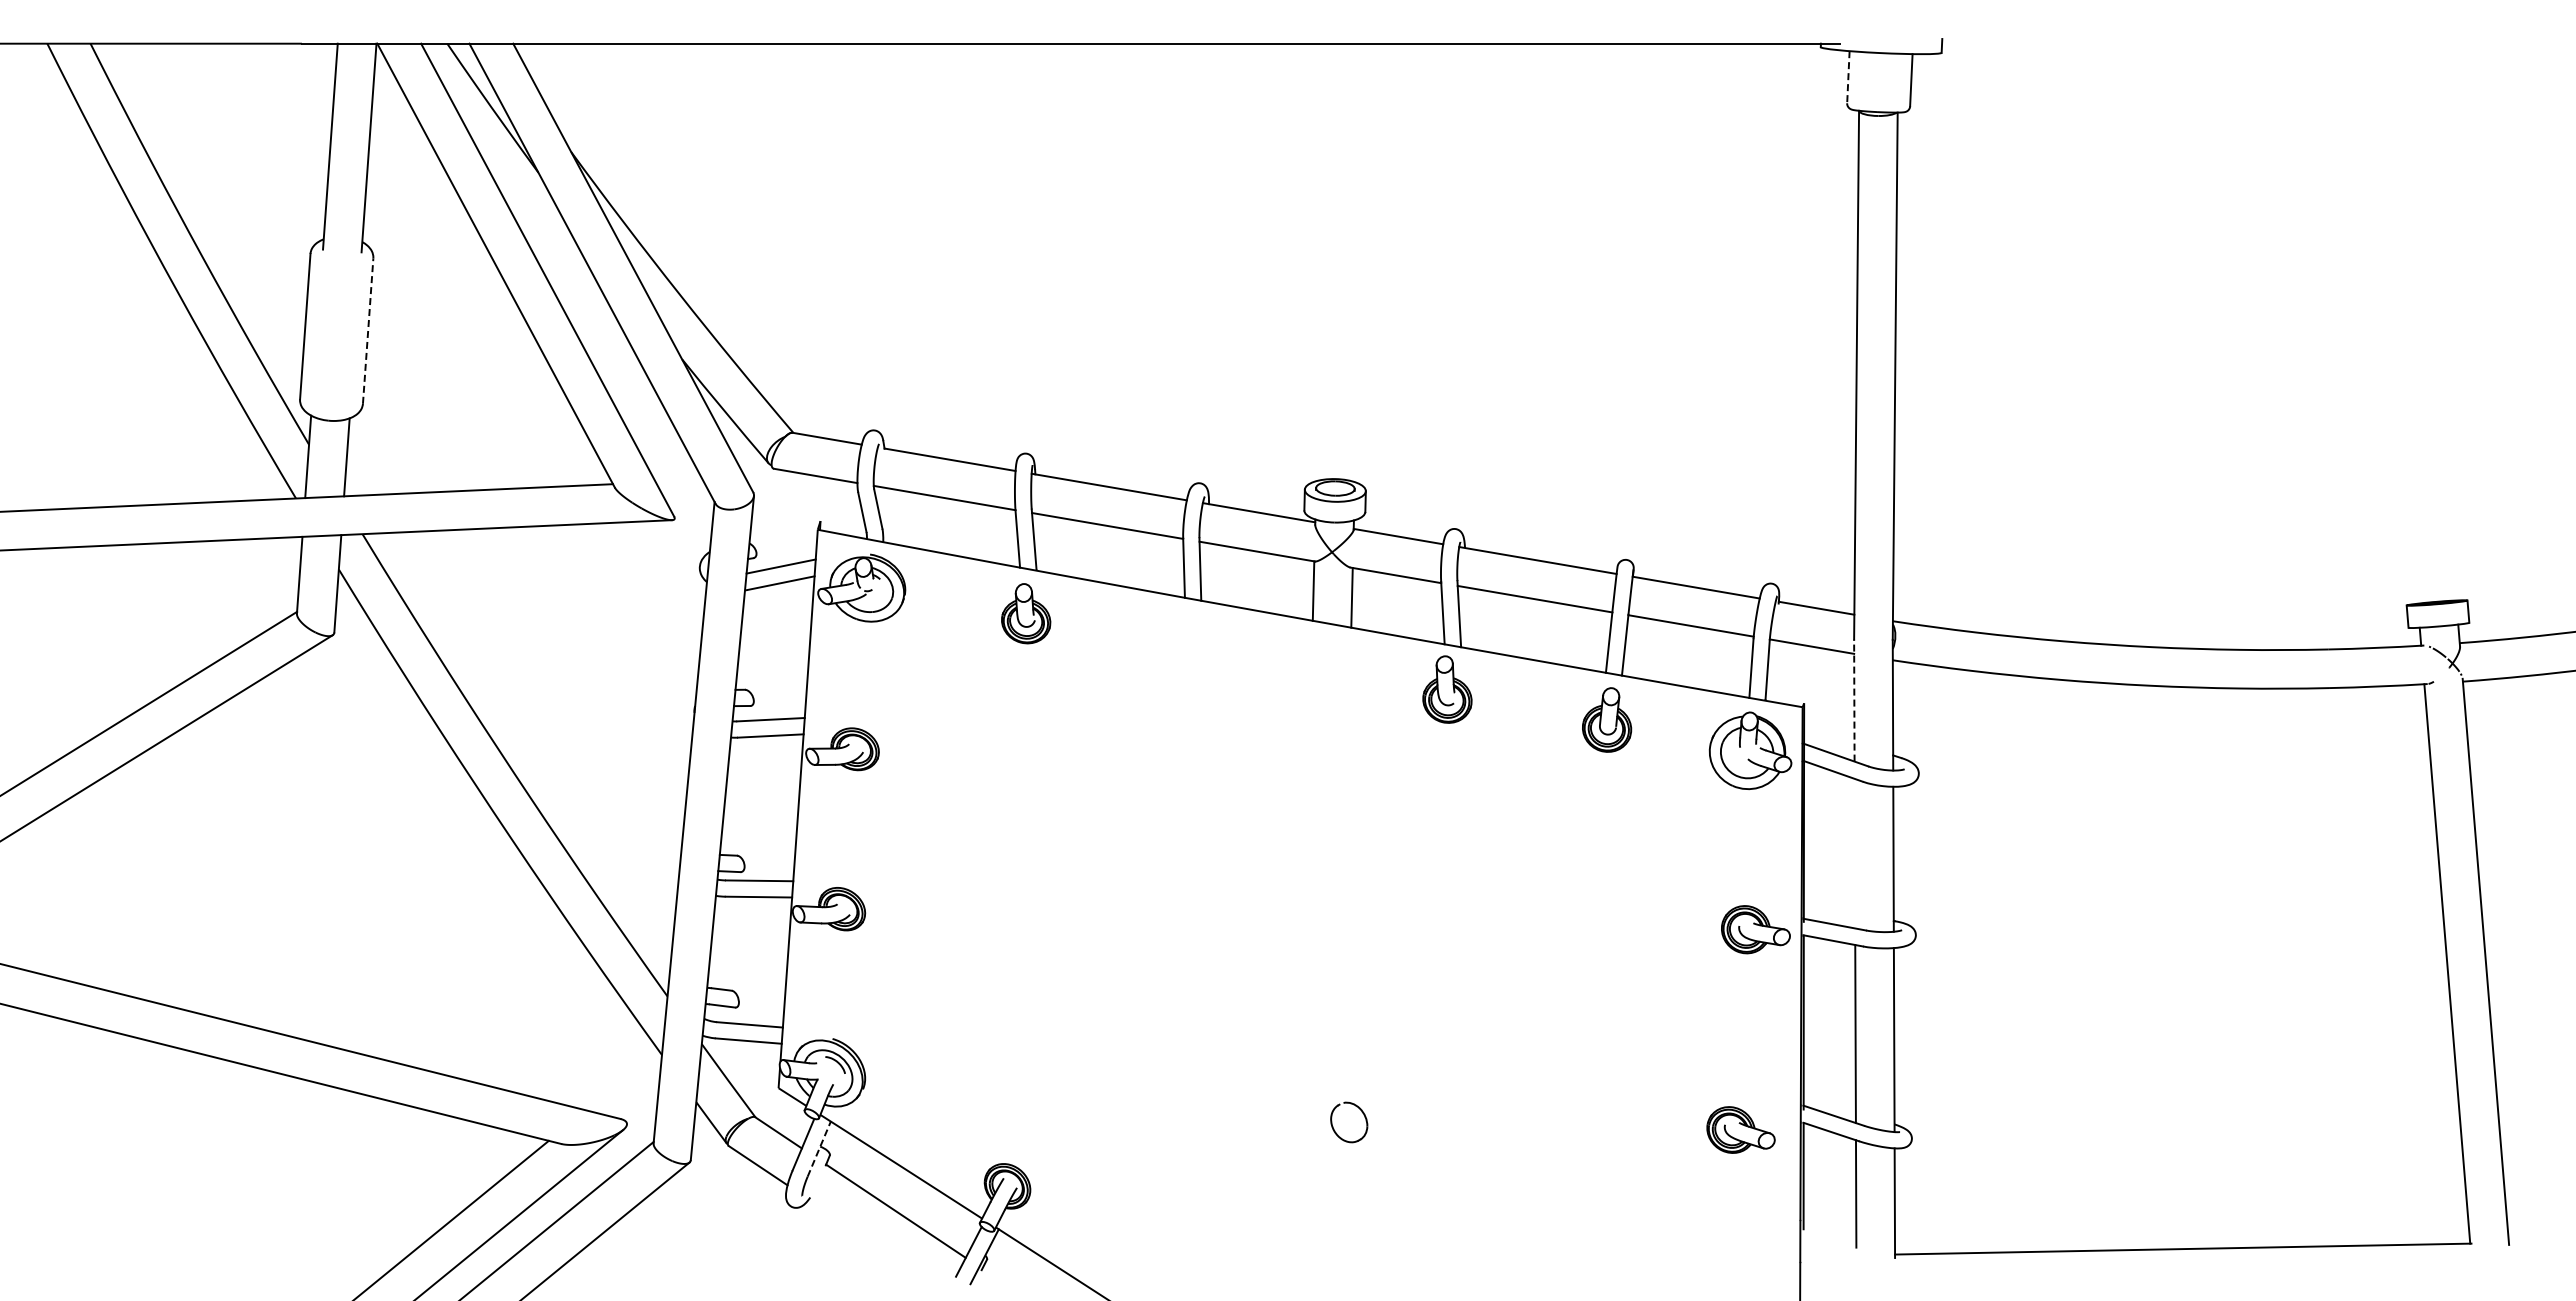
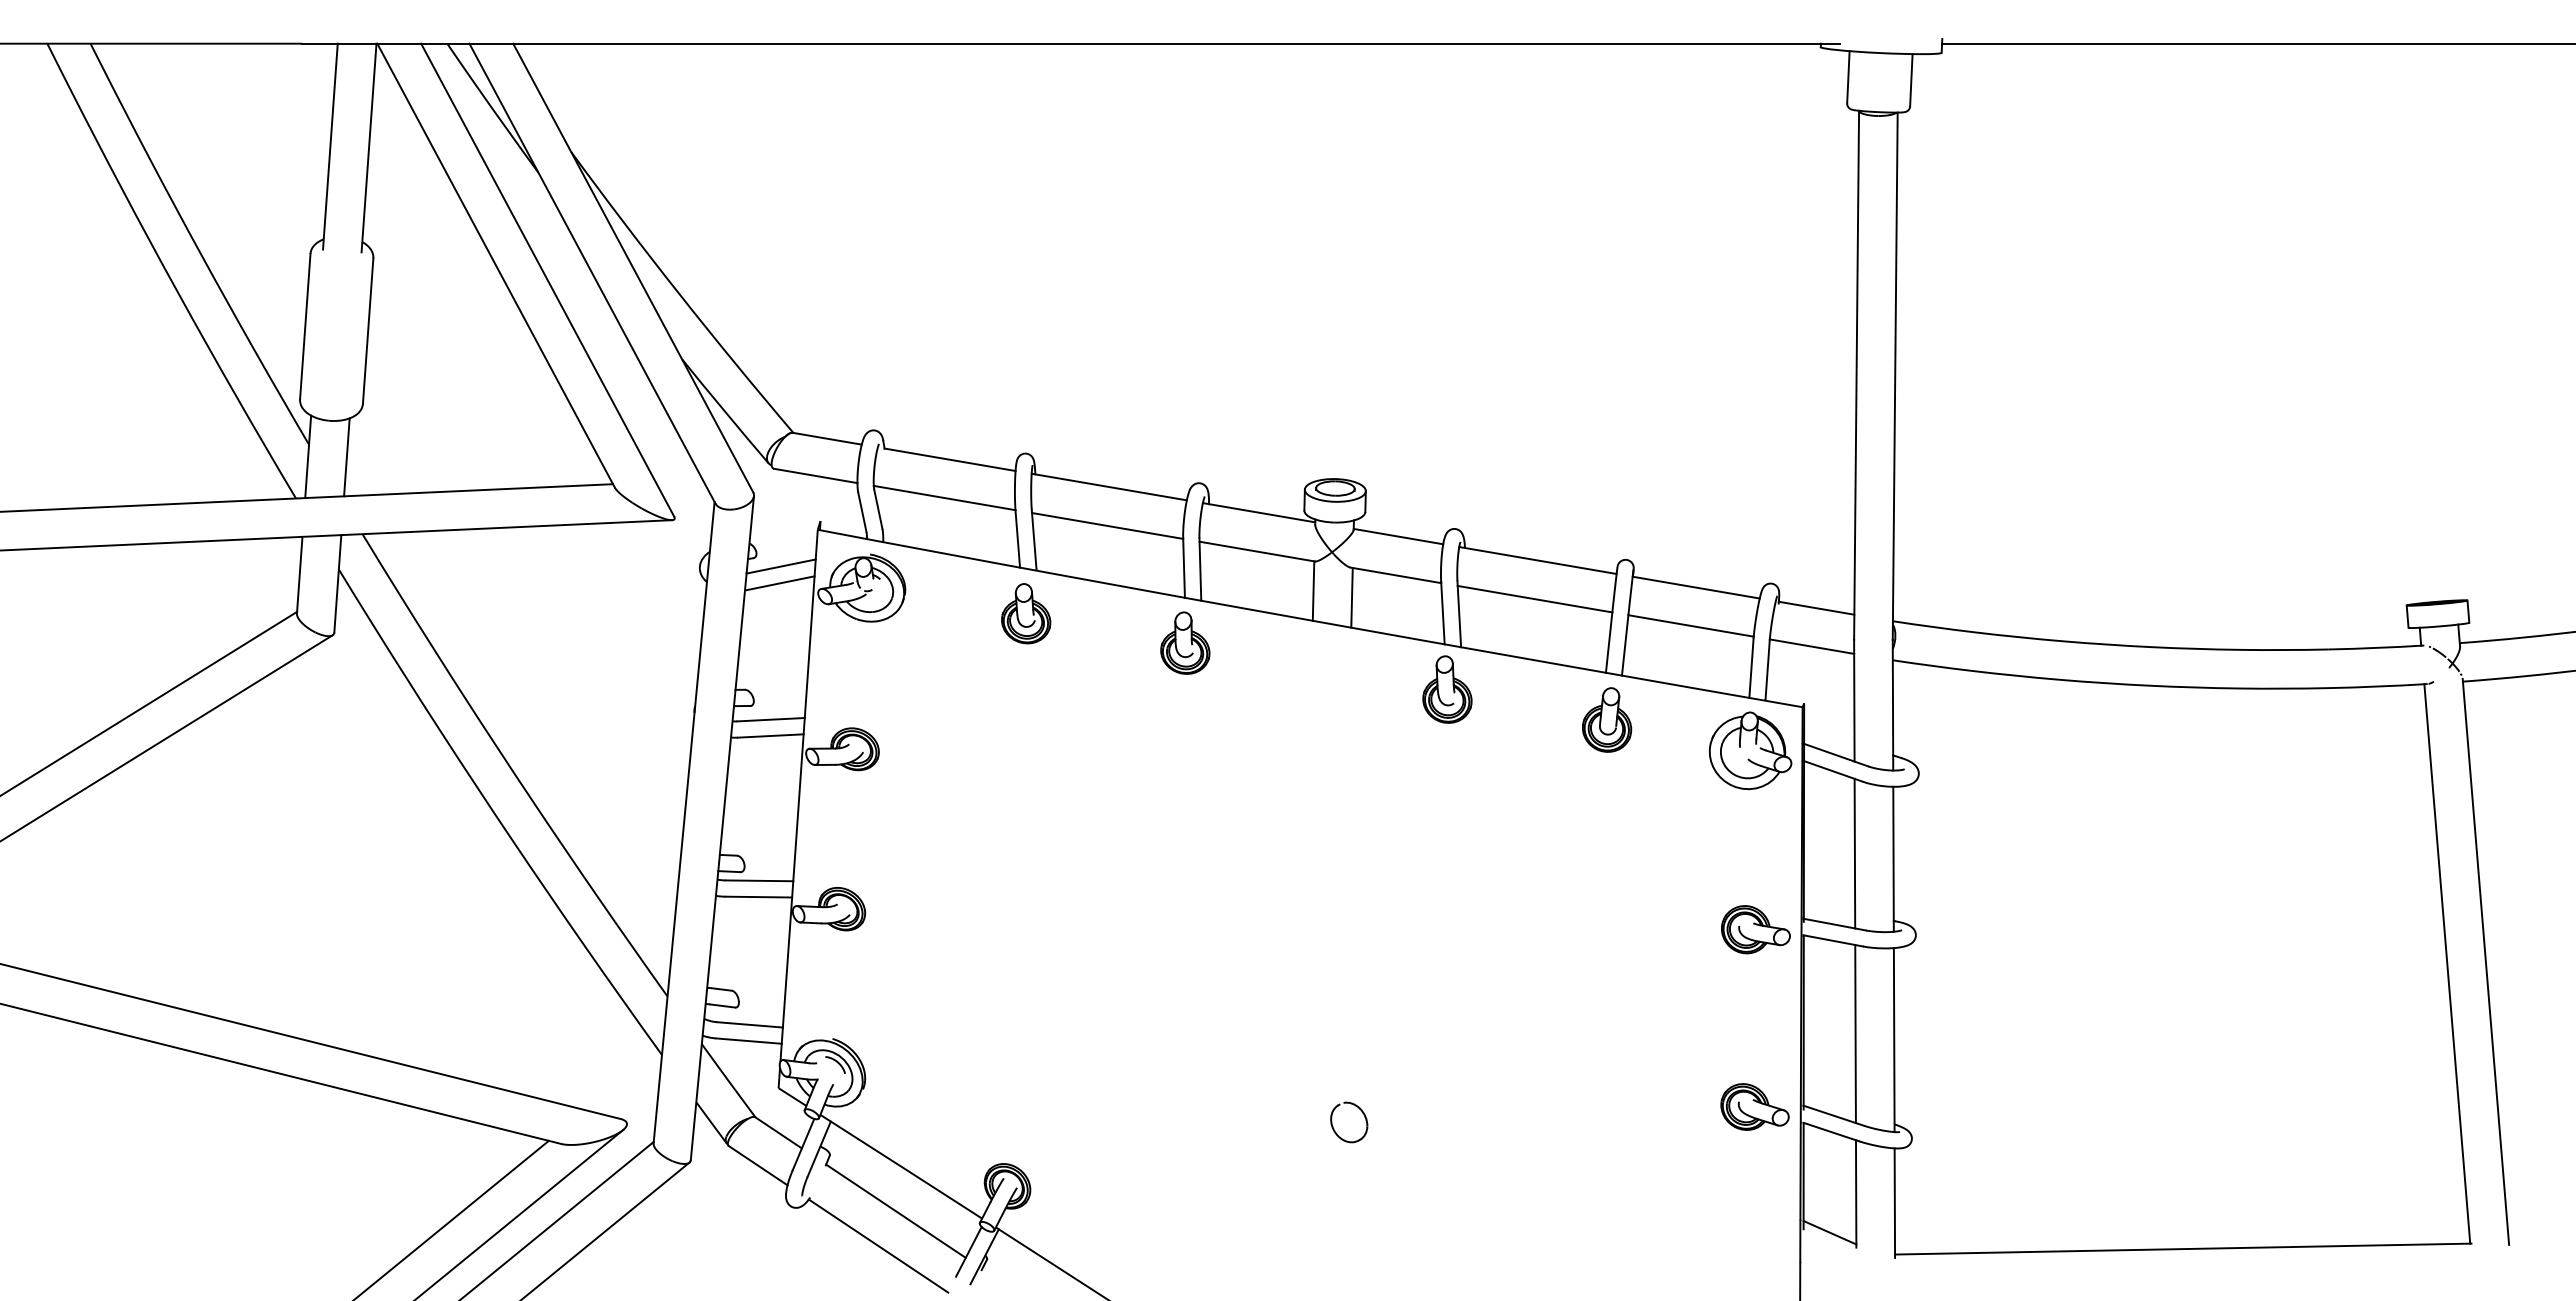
line at (2257, 43): none -> present
line at (1848, 77): dashed -> solid
line at (368, 331): dashed -> solid
part at (1185, 642): none -> present
line at (1854, 700): dashed -> solid
line at (1854, 853): none -> present
part at (1740, 1129) position: (1740, 1129) -> (1754, 1106)
line at (819, 1149): dashed -> solid
line at (1829, 1232): none -> present
line at (878, 1245): none -> present
